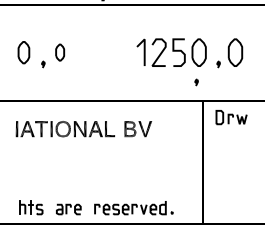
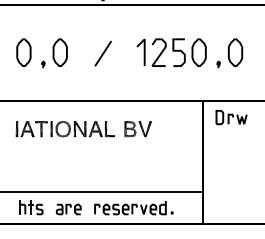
part at (23, 52) size: 14x24 px -> 16x29 px
part at (60, 52) size: 11x19 px -> 16x29 px
line at (102, 53): none -> present
part at (196, 82): present -> none
line at (102, 191): none -> present
